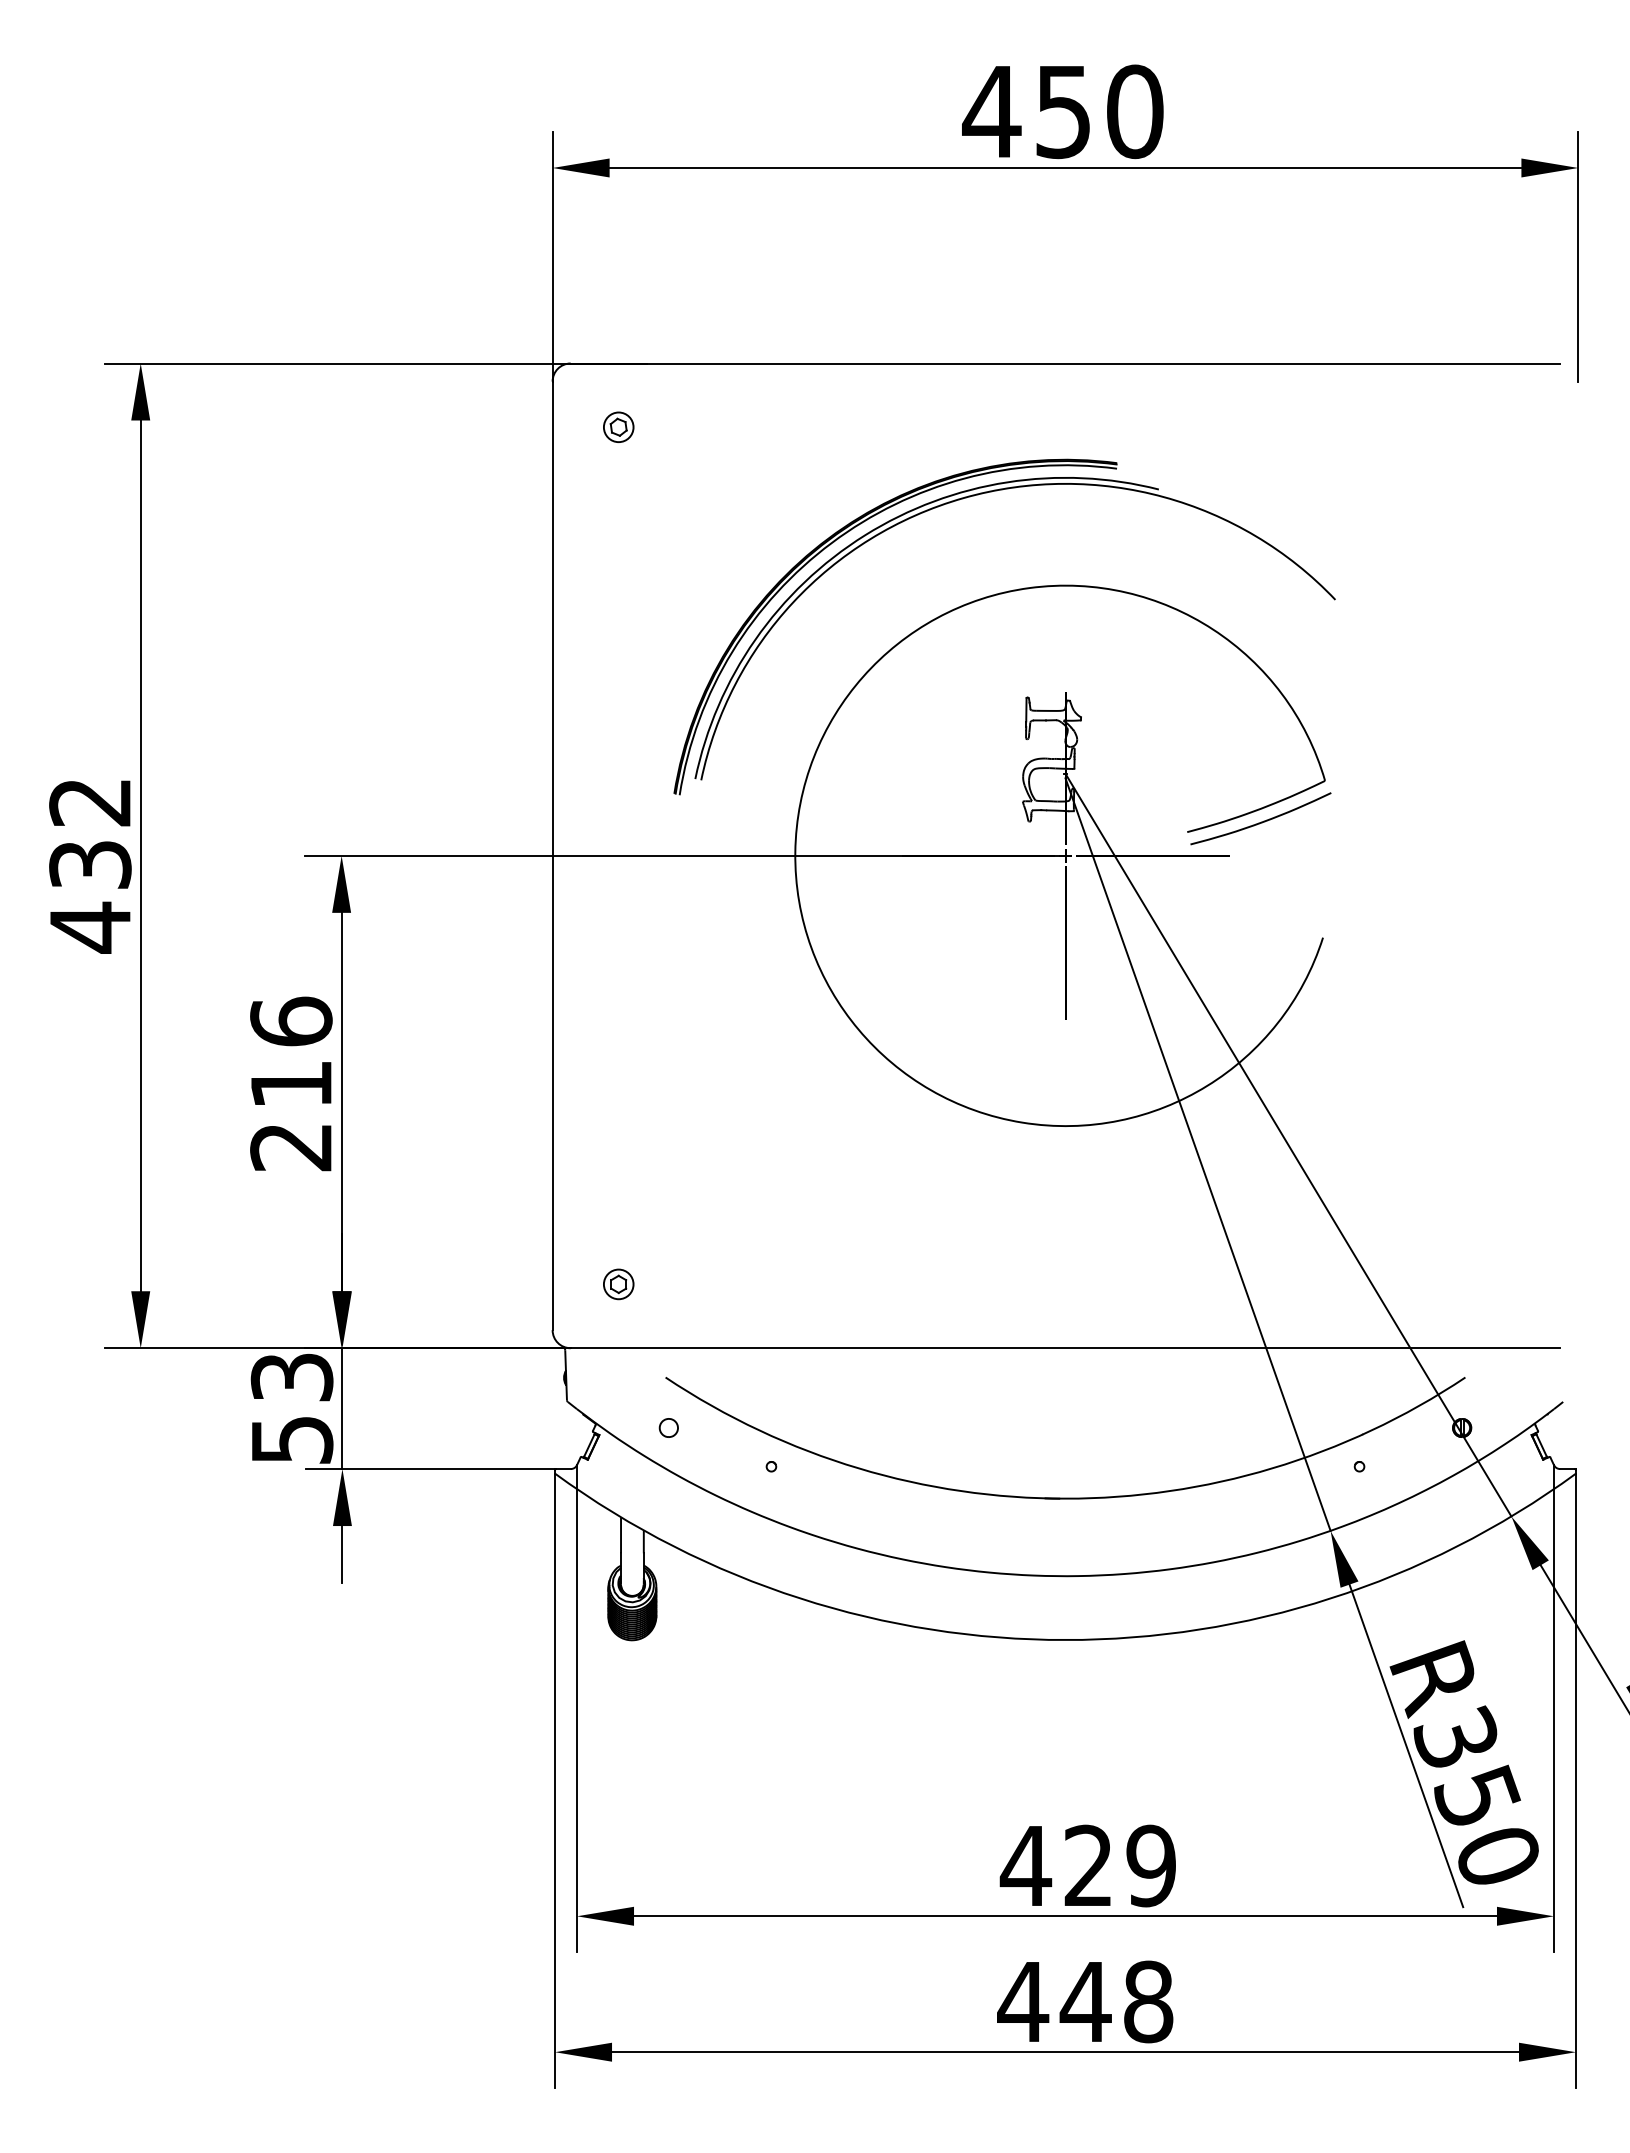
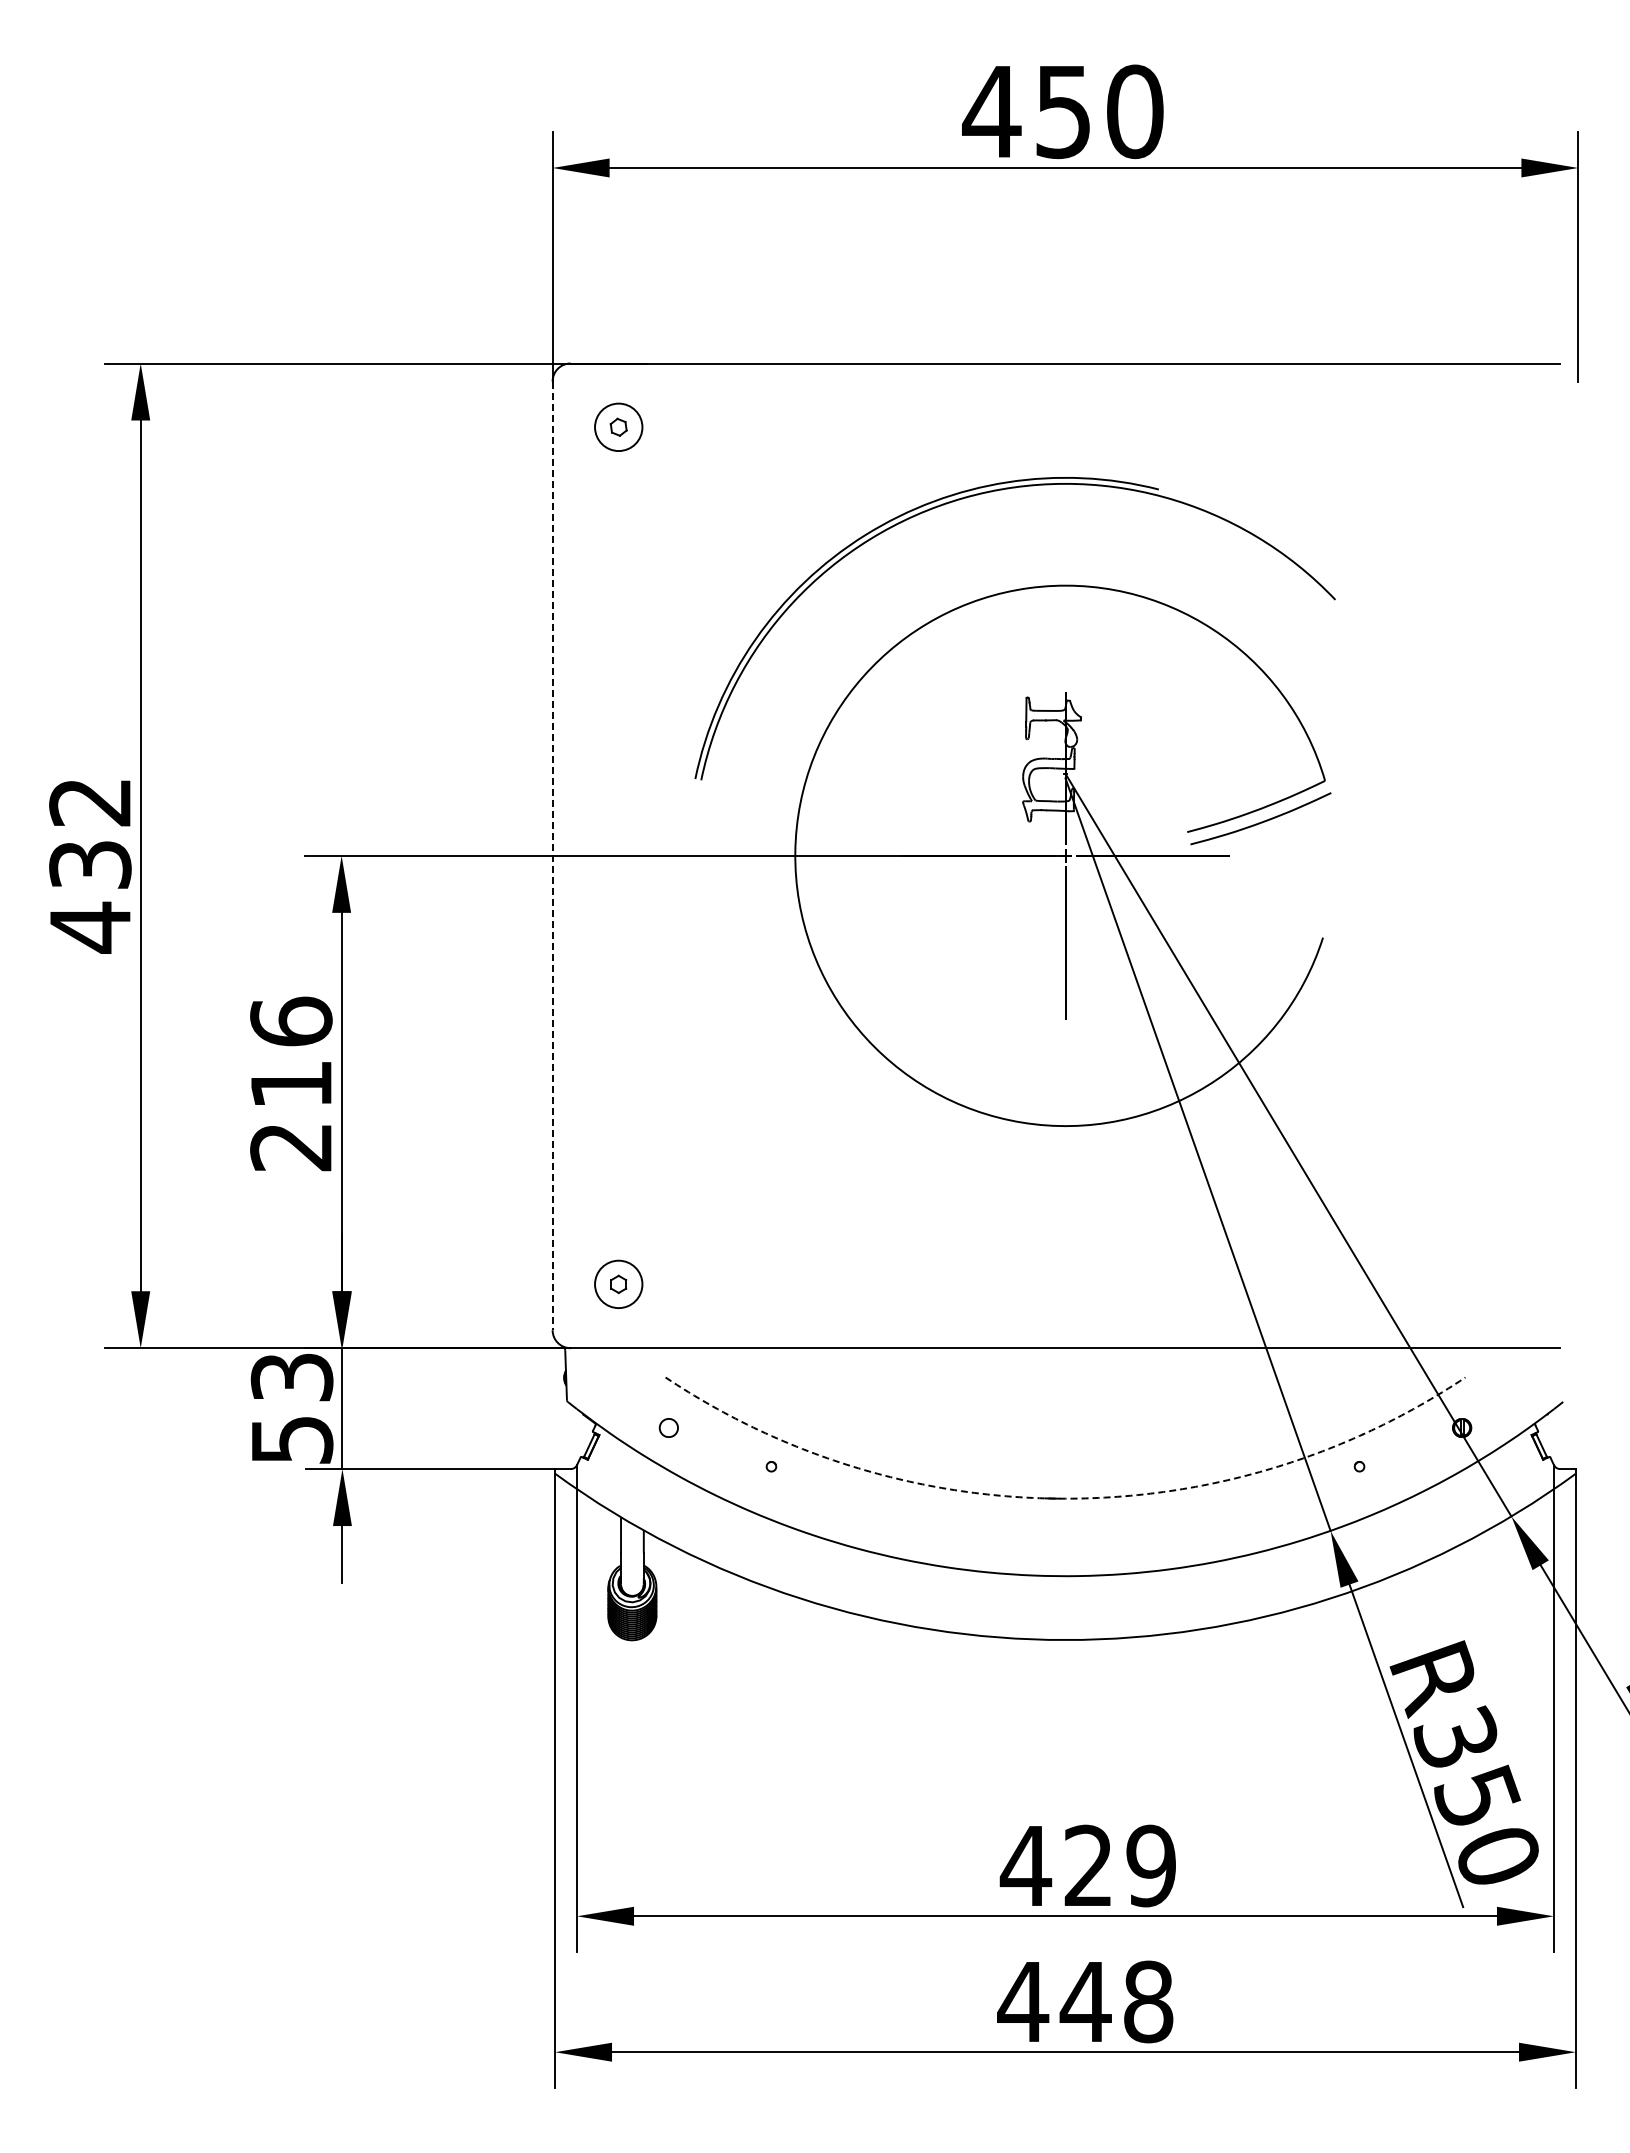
circle at (618, 427) diameter: 30 px -> 47 px
part at (834, 542): present -> none
line at (552, 856): solid -> dashed
circle at (618, 1284) diameter: 30 px -> 47 px
arc at (1065, 1498): solid -> dashed
